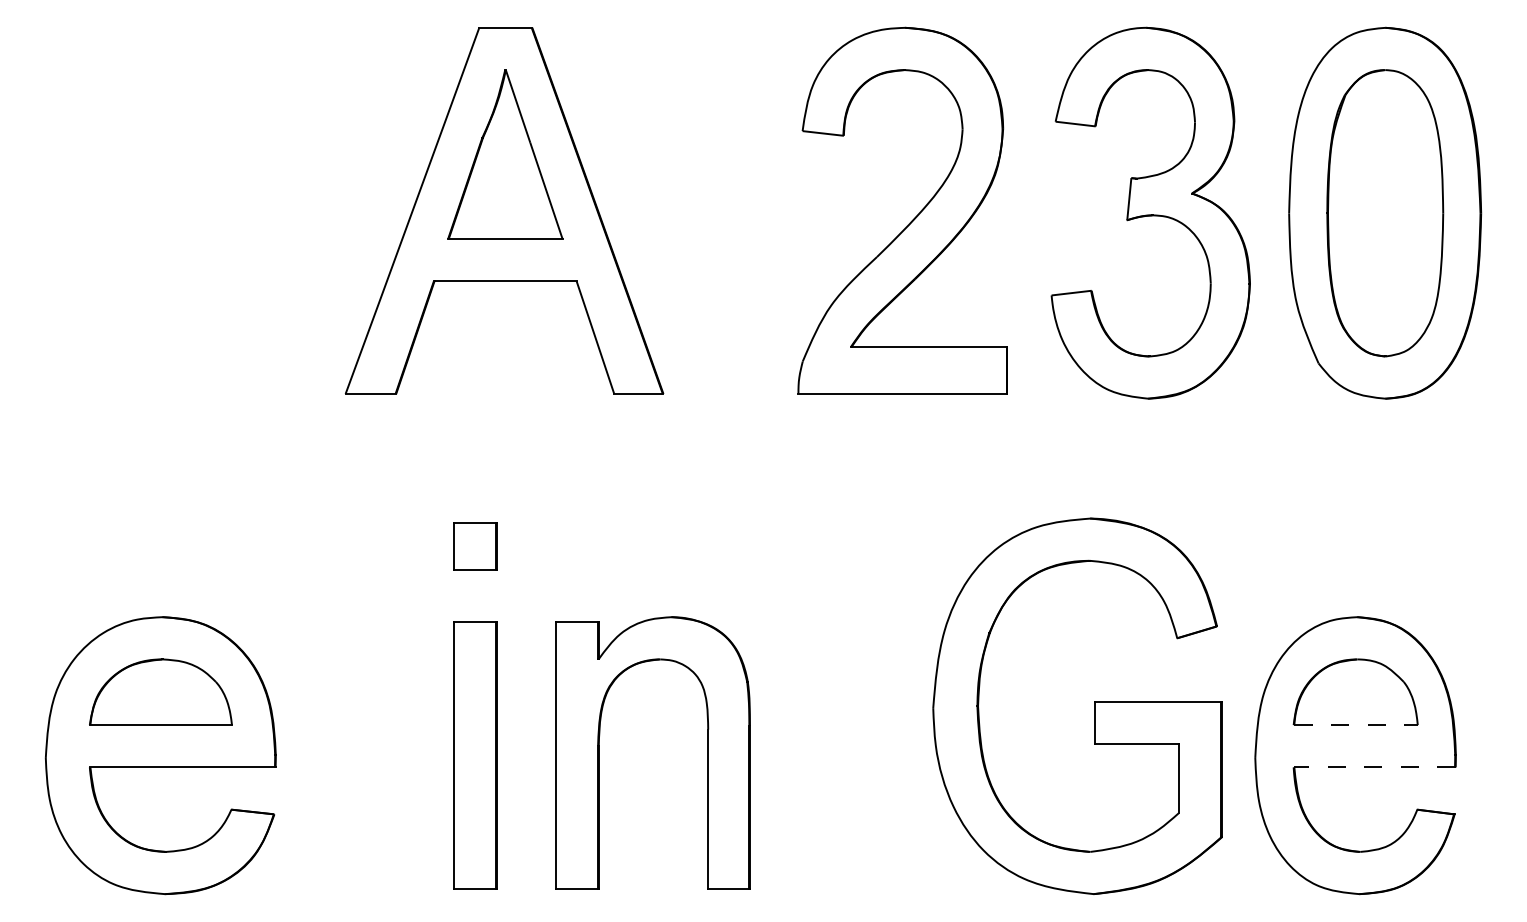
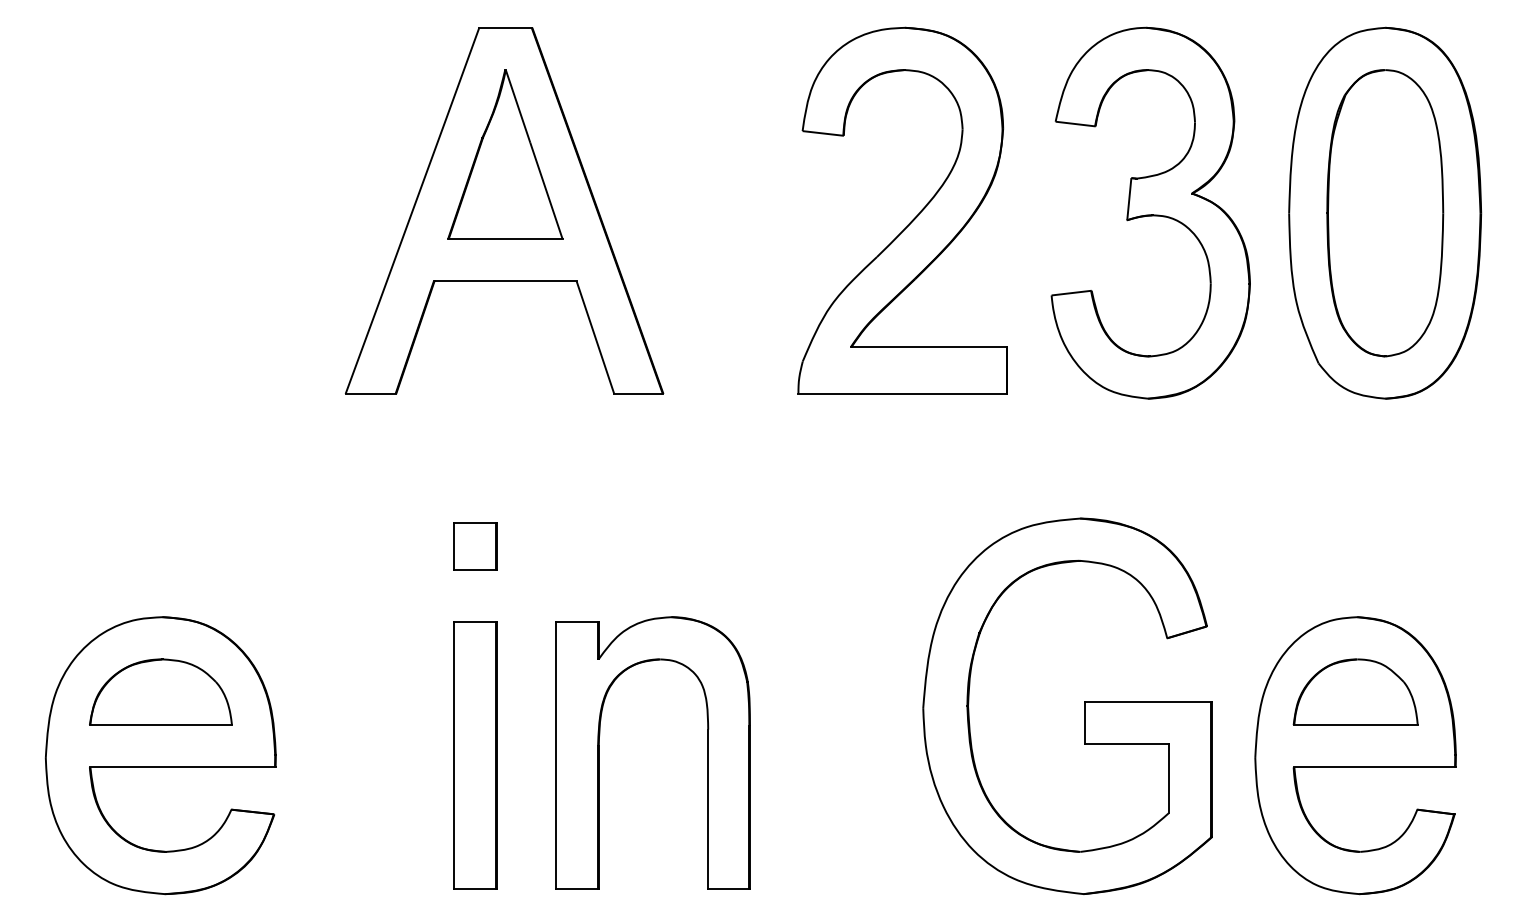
part at (1094, 705) position: (1094, 705) -> (1084, 705)
line at (1356, 725): dashed -> solid
line at (1375, 767): dashed -> solid
